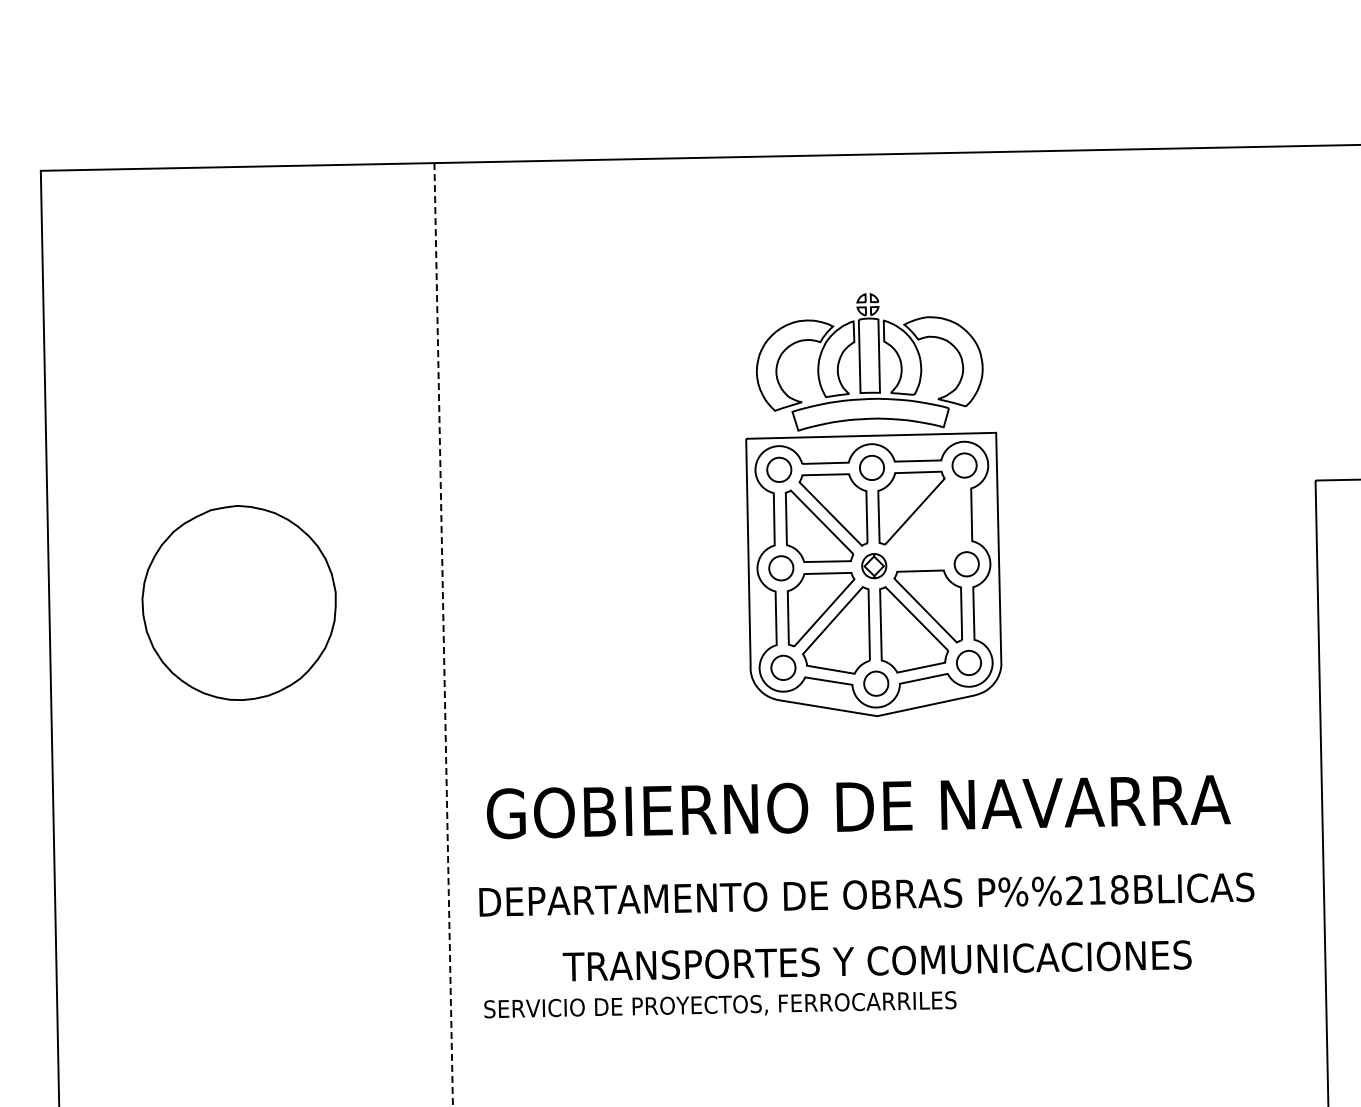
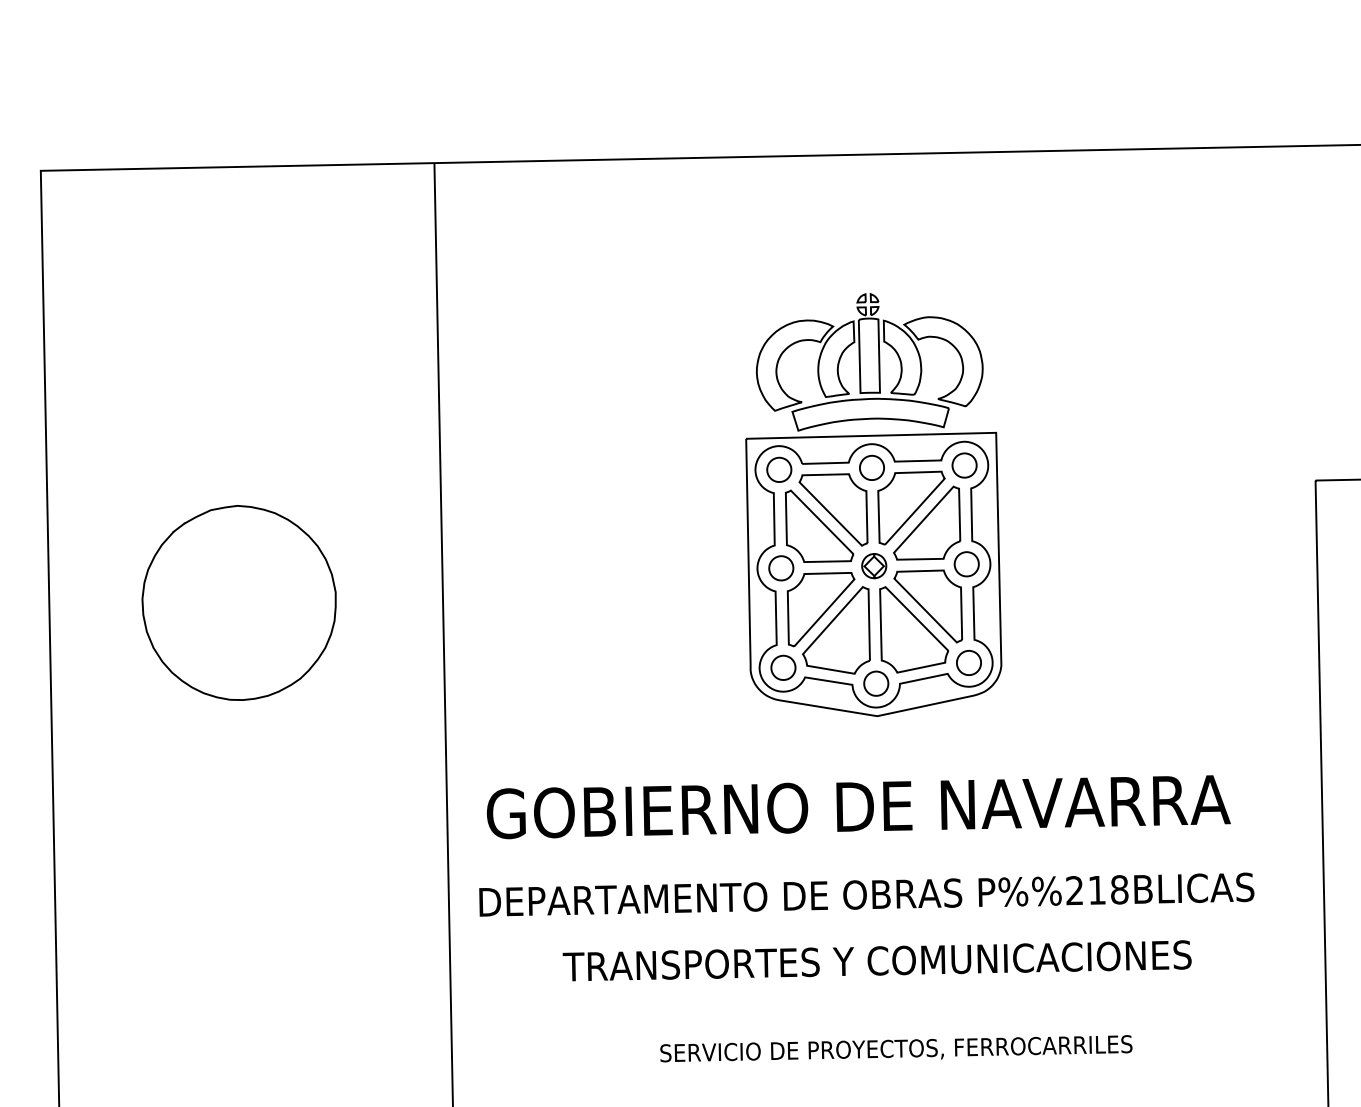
part at (927, 522): none -> present
line at (443, 634): dashed -> solid
text at (720, 1004) position: (720, 1004) -> (896, 1048)
